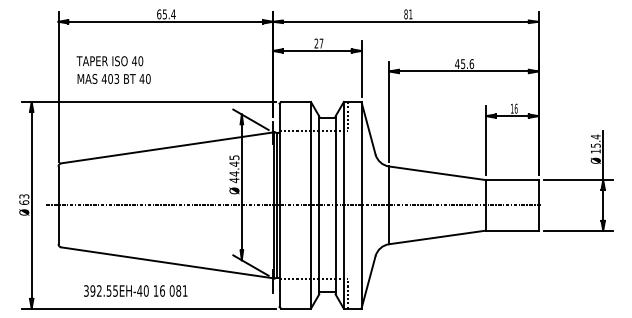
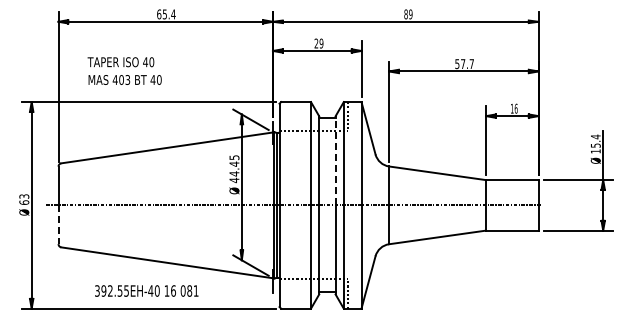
text at (410, 14): 81 -> 89
text at (321, 43): 27 -> 29
text at (464, 64): 45.6 -> 57.7
text at (113, 69) position: (113, 69) -> (124, 70)
line at (335, 160): solid -> dashed
line at (58, 225): solid -> dashed
text at (135, 290) position: (135, 290) -> (146, 290)
